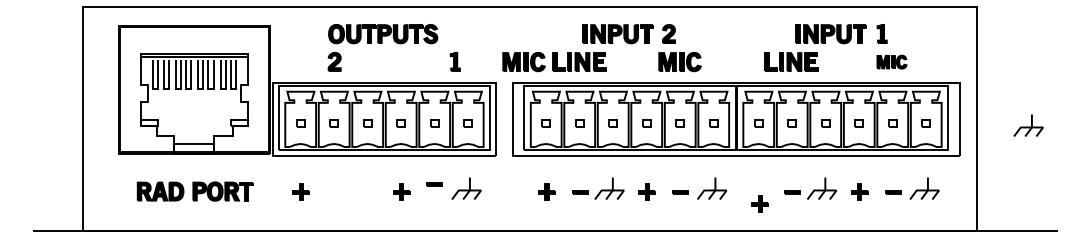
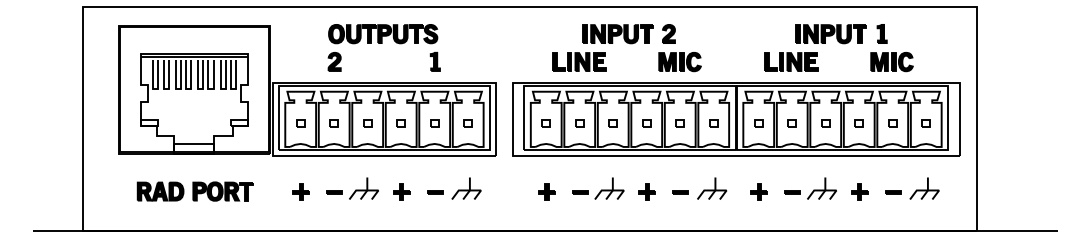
part at (454, 61) position: (454, 61) -> (434, 61)
part at (891, 61) size: 32x16 px -> 44x21 px
part at (523, 62): present -> none
part at (1028, 125): present -> none
part at (434, 184) position: (434, 184) -> (435, 192)
part at (352, 188): none -> present
part at (759, 203) position: (759, 203) -> (758, 191)
